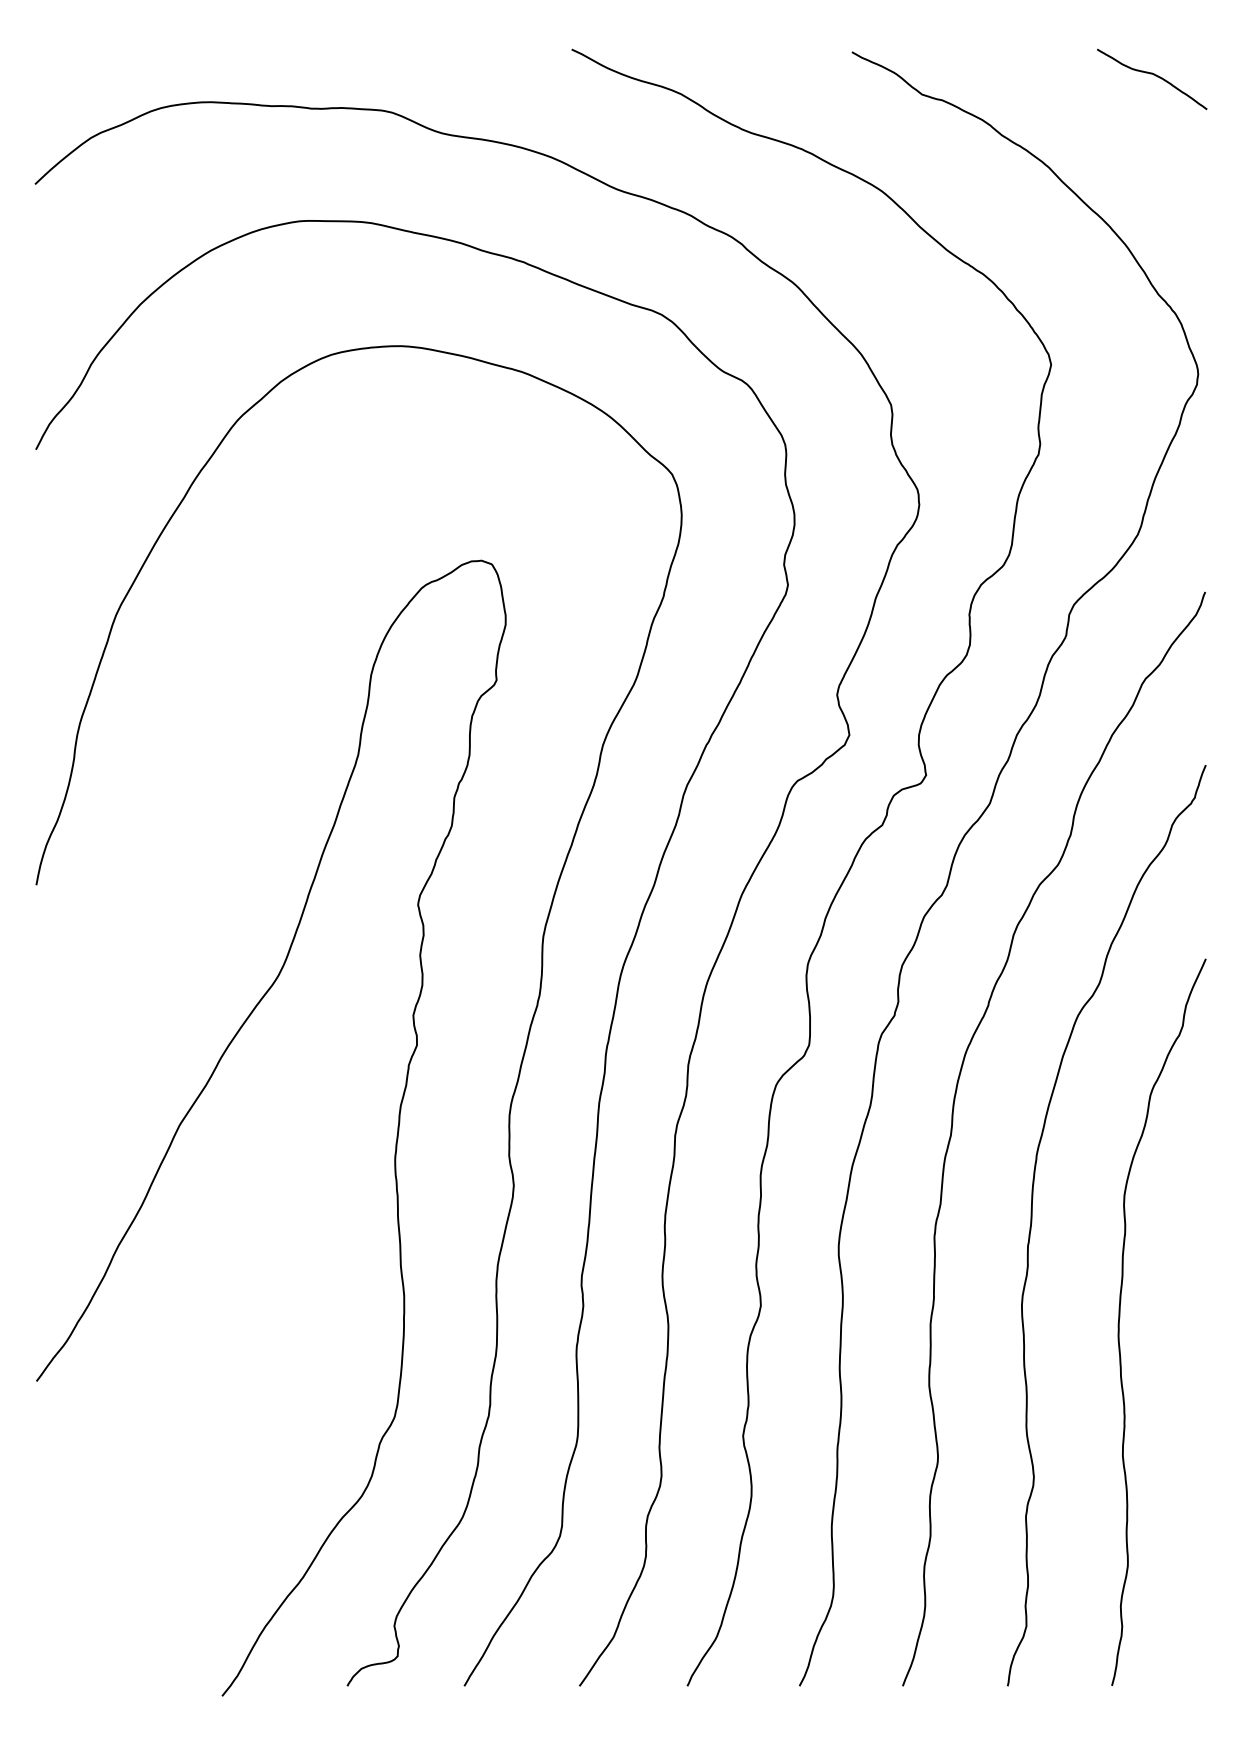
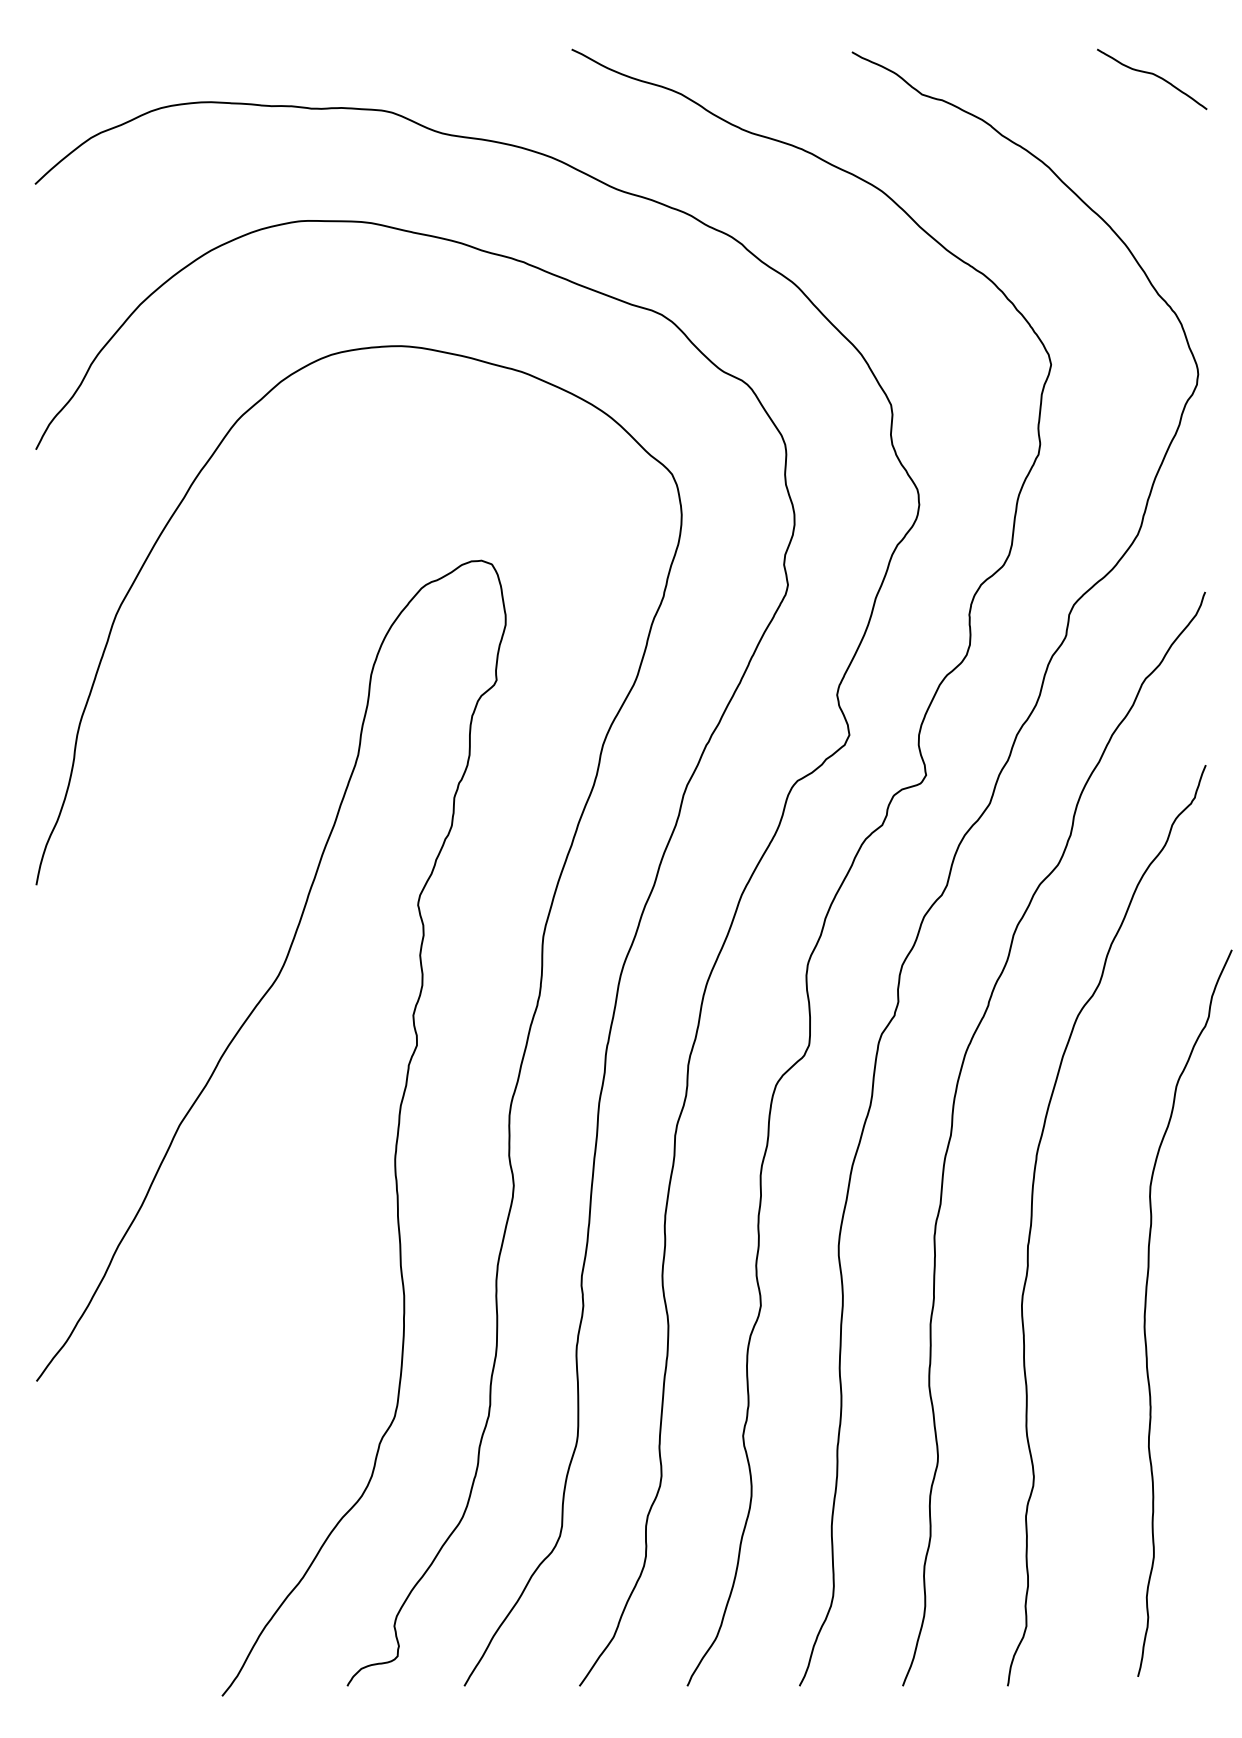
curve at (1120, 1317) position: (1120, 1317) -> (1146, 1308)
